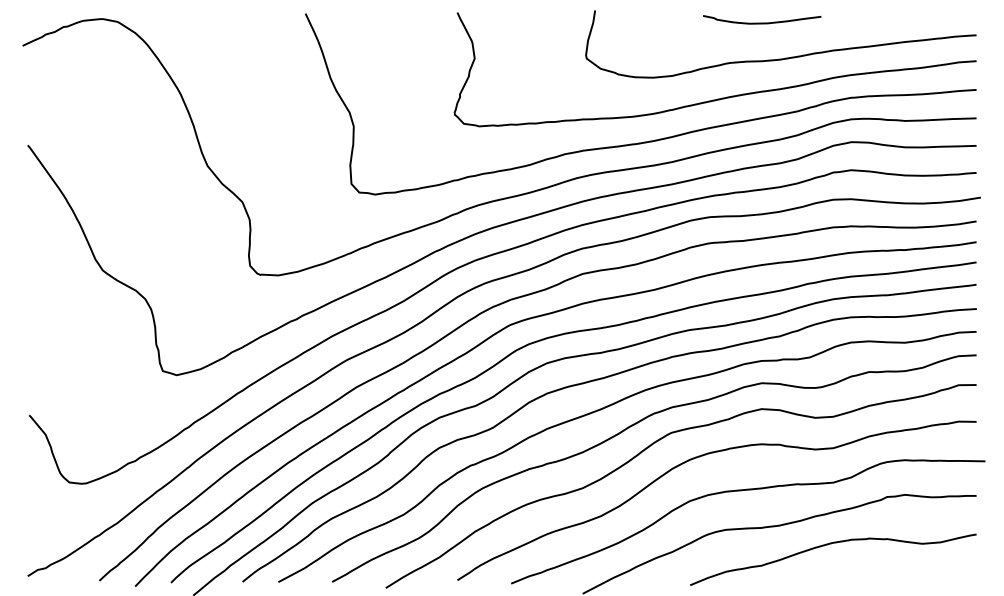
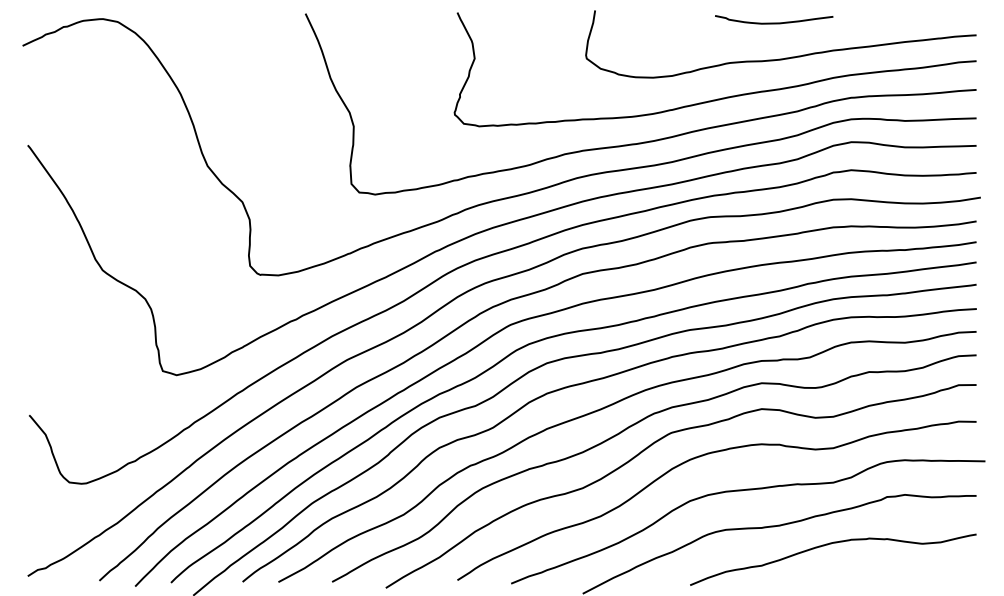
curve at (762, 22) position: (762, 22) -> (774, 22)
